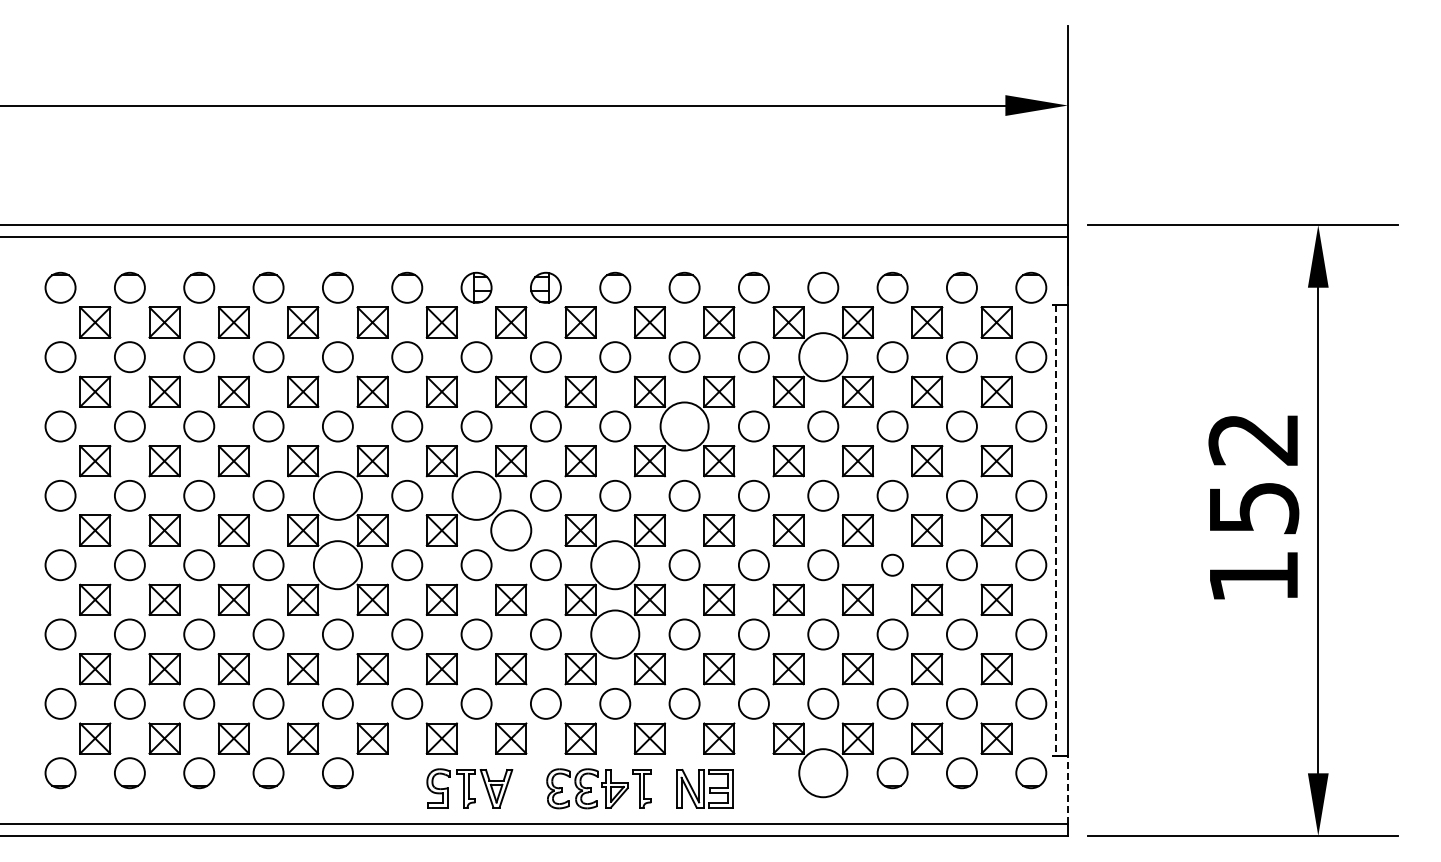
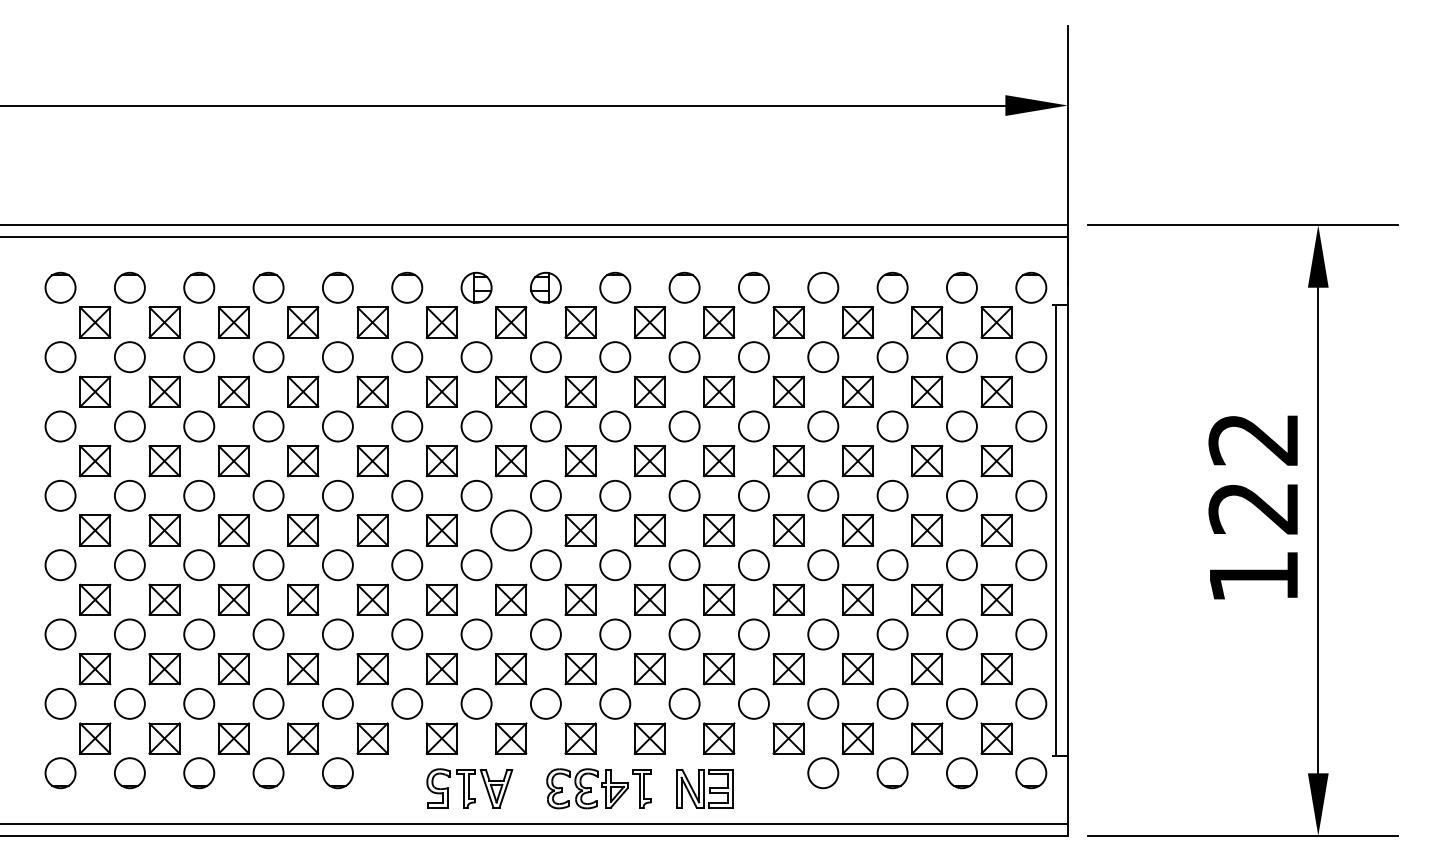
circle at (823, 357) diameter: 48 px -> 30 px
circle at (684, 426) diameter: 48 px -> 30 px
circle at (337, 495) diameter: 48 px -> 30 px
circle at (476, 495) diameter: 48 px -> 30 px
text at (1253, 508): 152 -> 122
line at (1055, 531): dashed -> solid
circle at (892, 564) size: 23x24 px -> 33x33 px
circle at (337, 565) diameter: 48 px -> 30 px
circle at (615, 565) diameter: 48 px -> 30 px
circle at (615, 634) diameter: 48 px -> 30 px
circle at (823, 773) diameter: 48 px -> 30 px
line at (1067, 790): dashed -> solid
